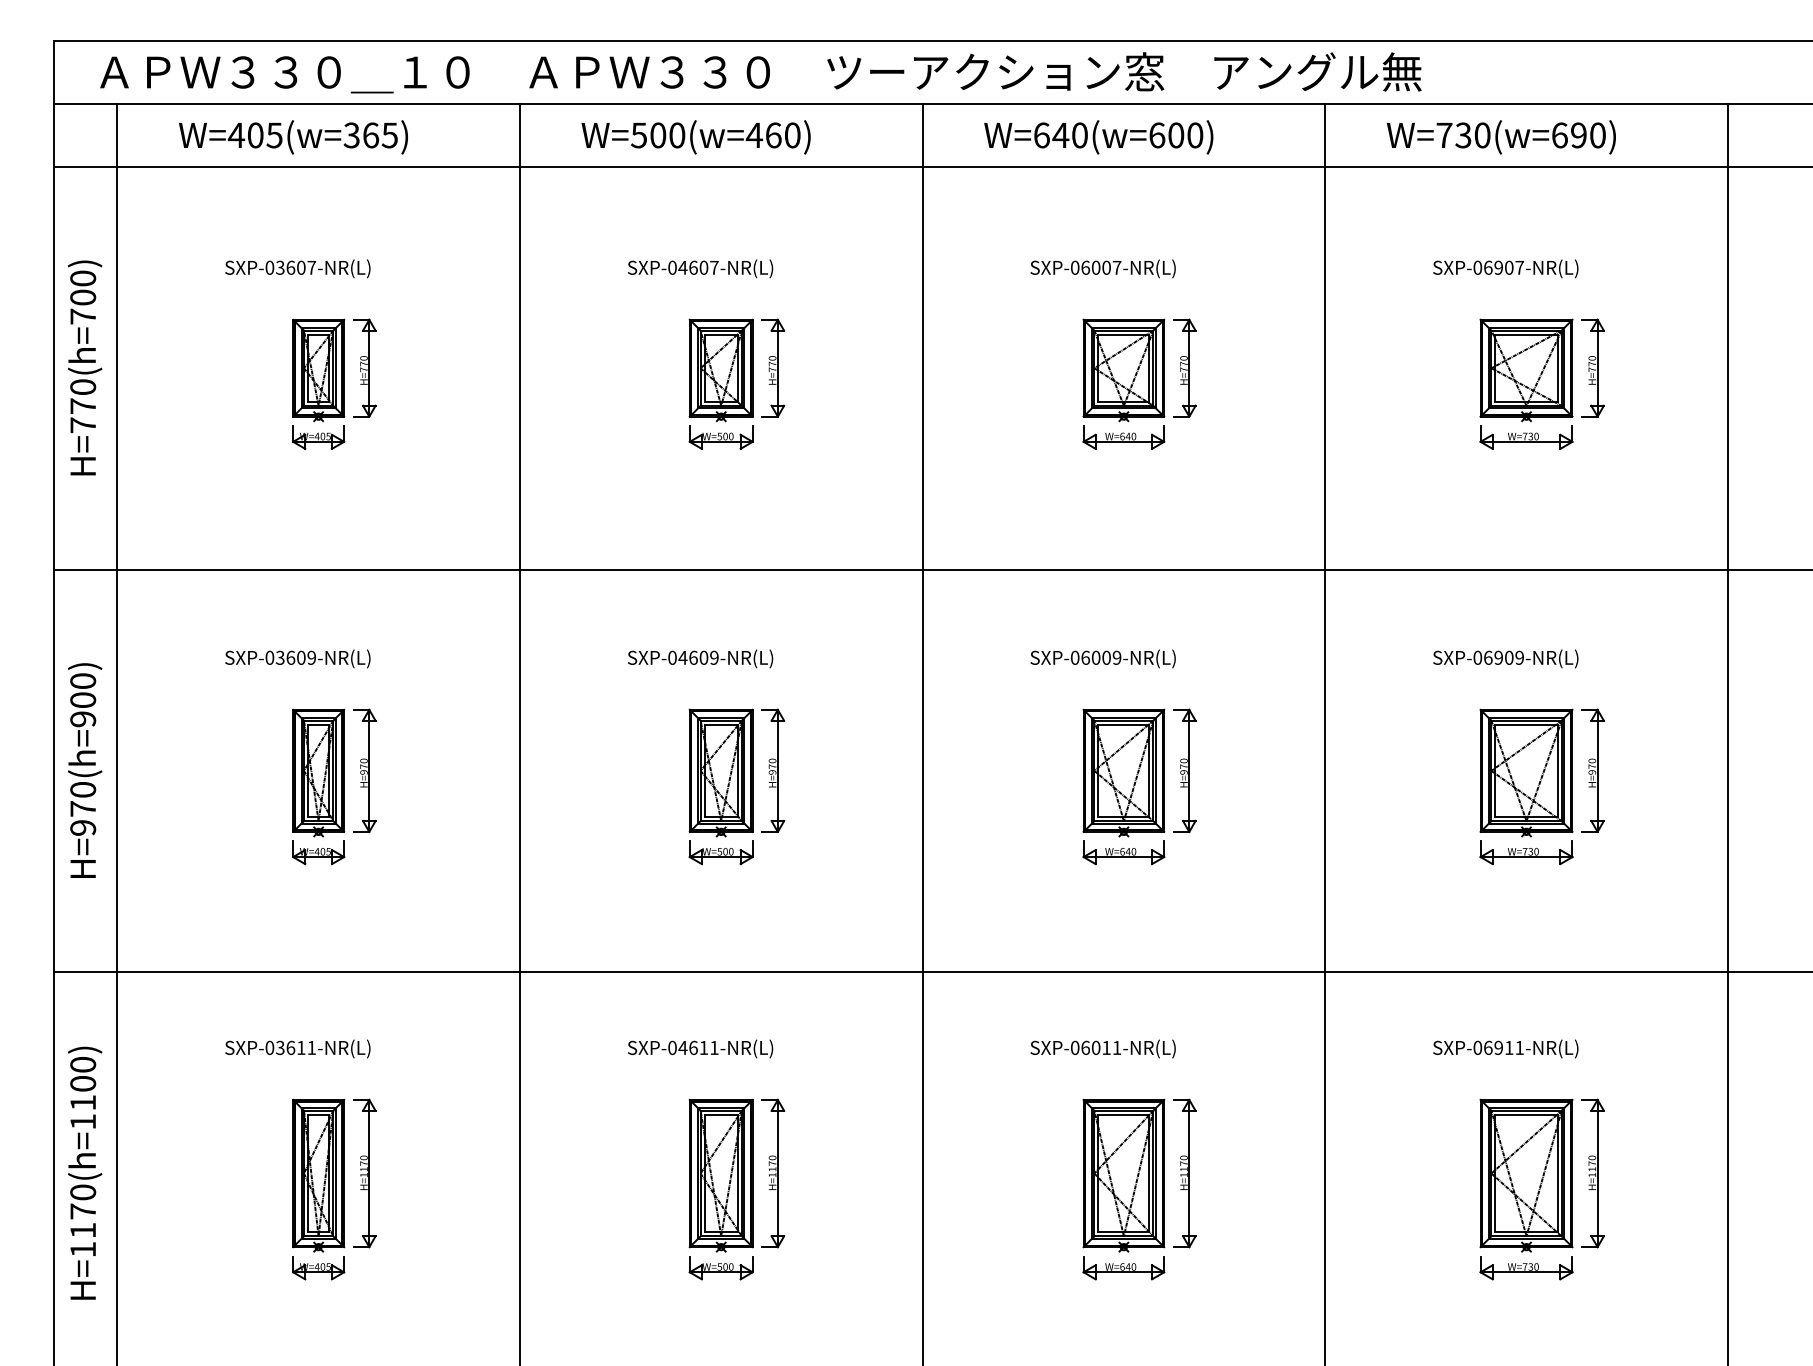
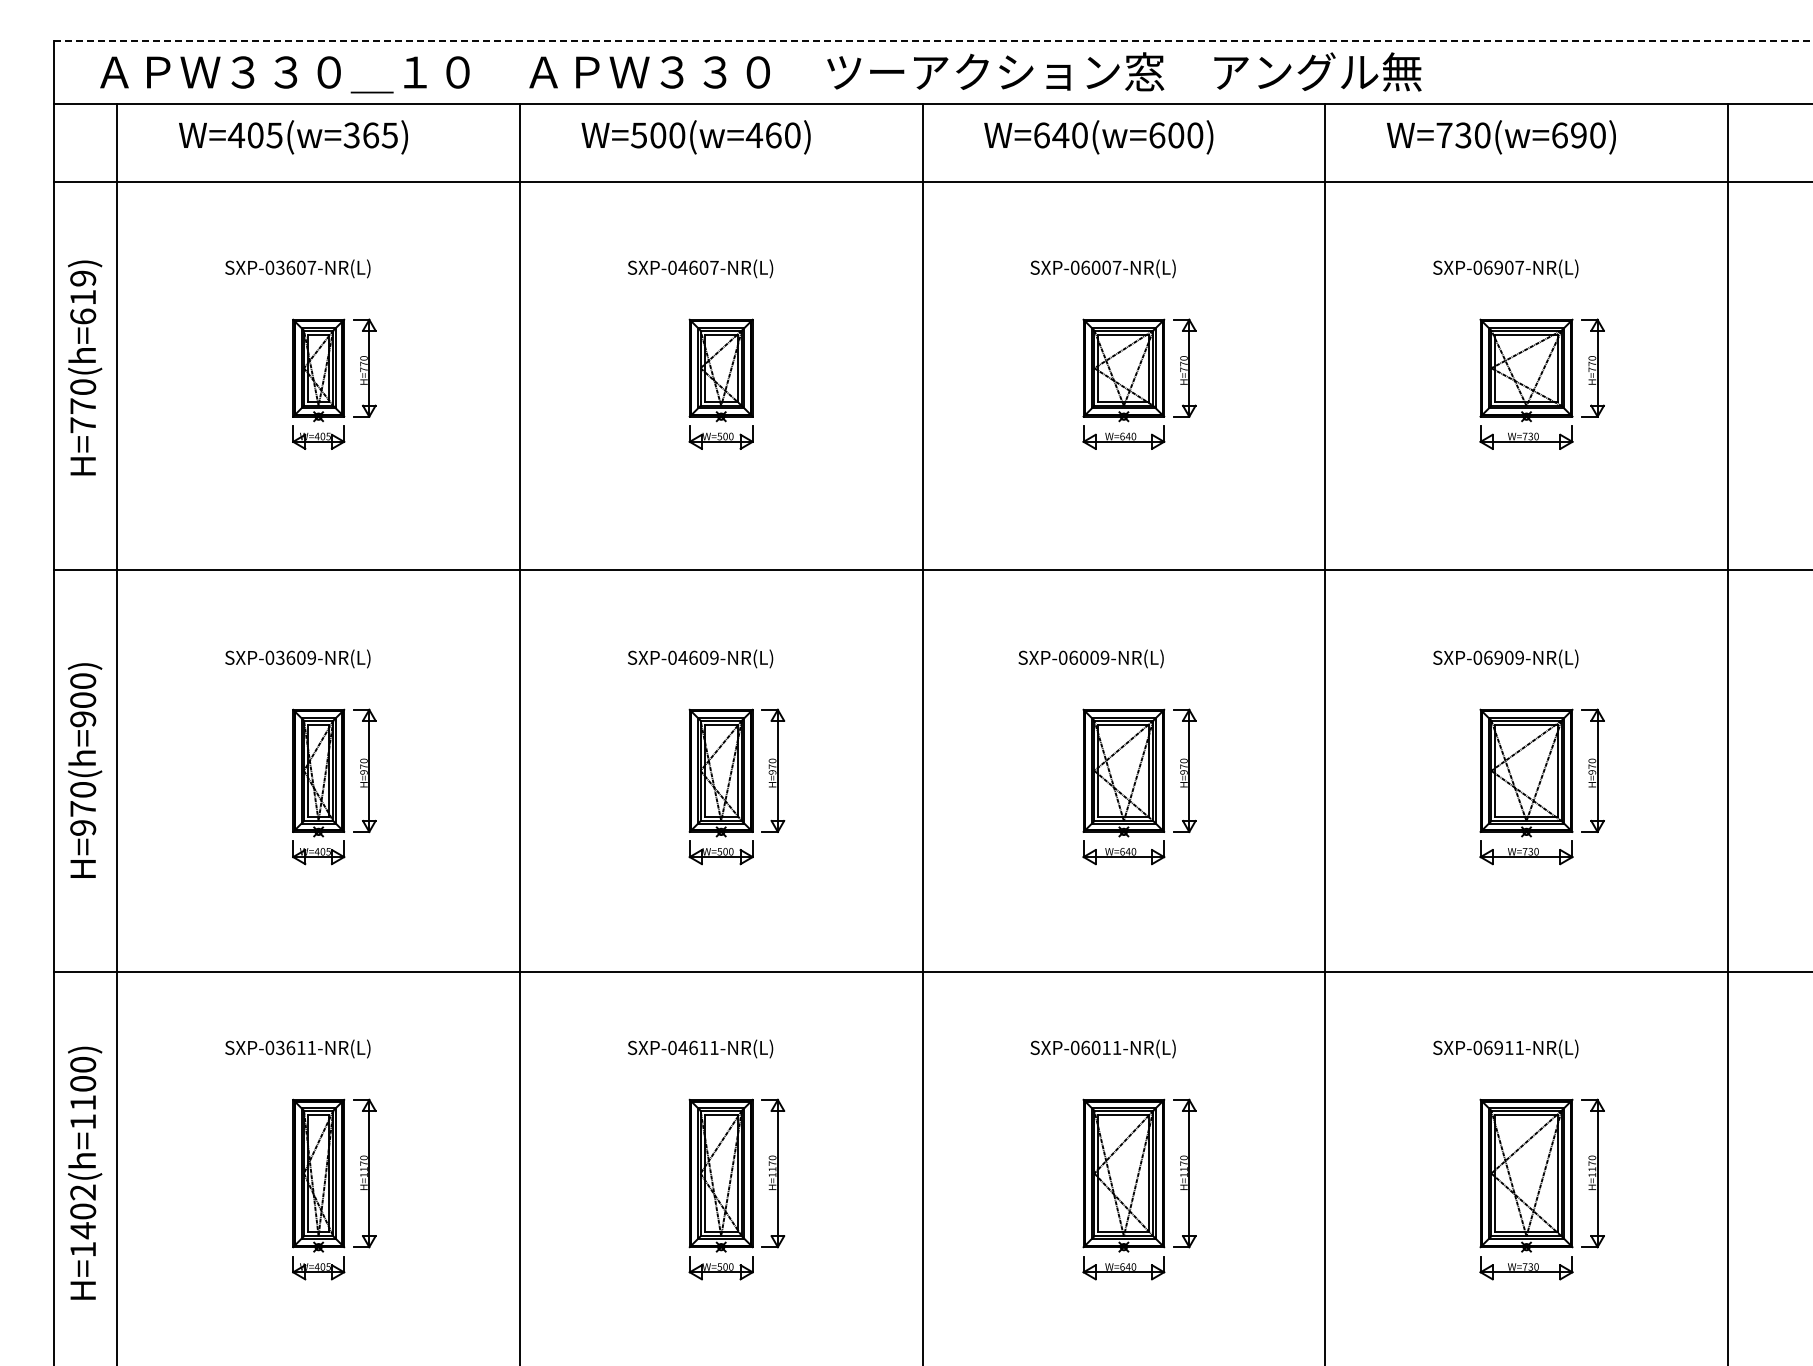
line at (934, 41): solid -> dashed
line at (931, 166) position: (931, 166) -> (931, 181)
text at (83, 297): H=770(h=700) -> H=770(h=619)
part at (773, 367): present -> none
text at (1102, 658) position: (1102, 658) -> (1090, 658)
text at (83, 1211): H=1170(h=1100) -> H=1402(h=1100)
